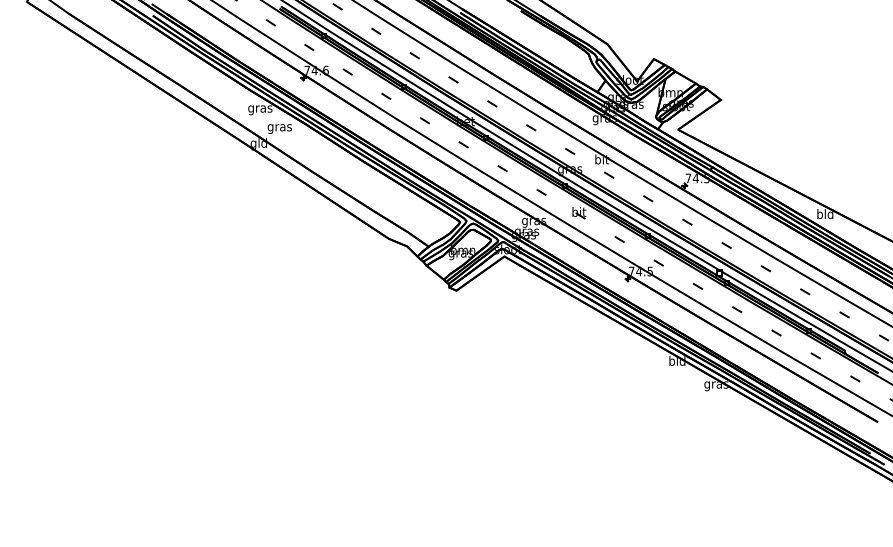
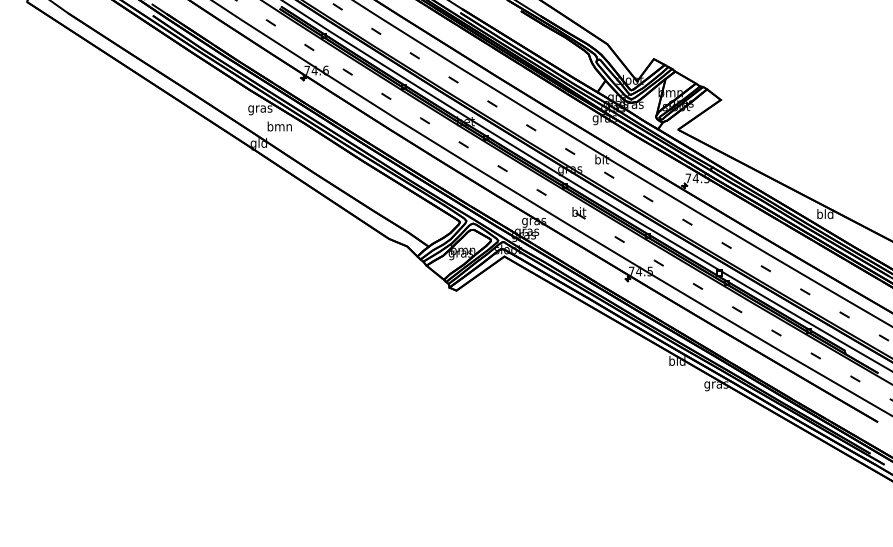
text at (279, 127): gras -> bmn
